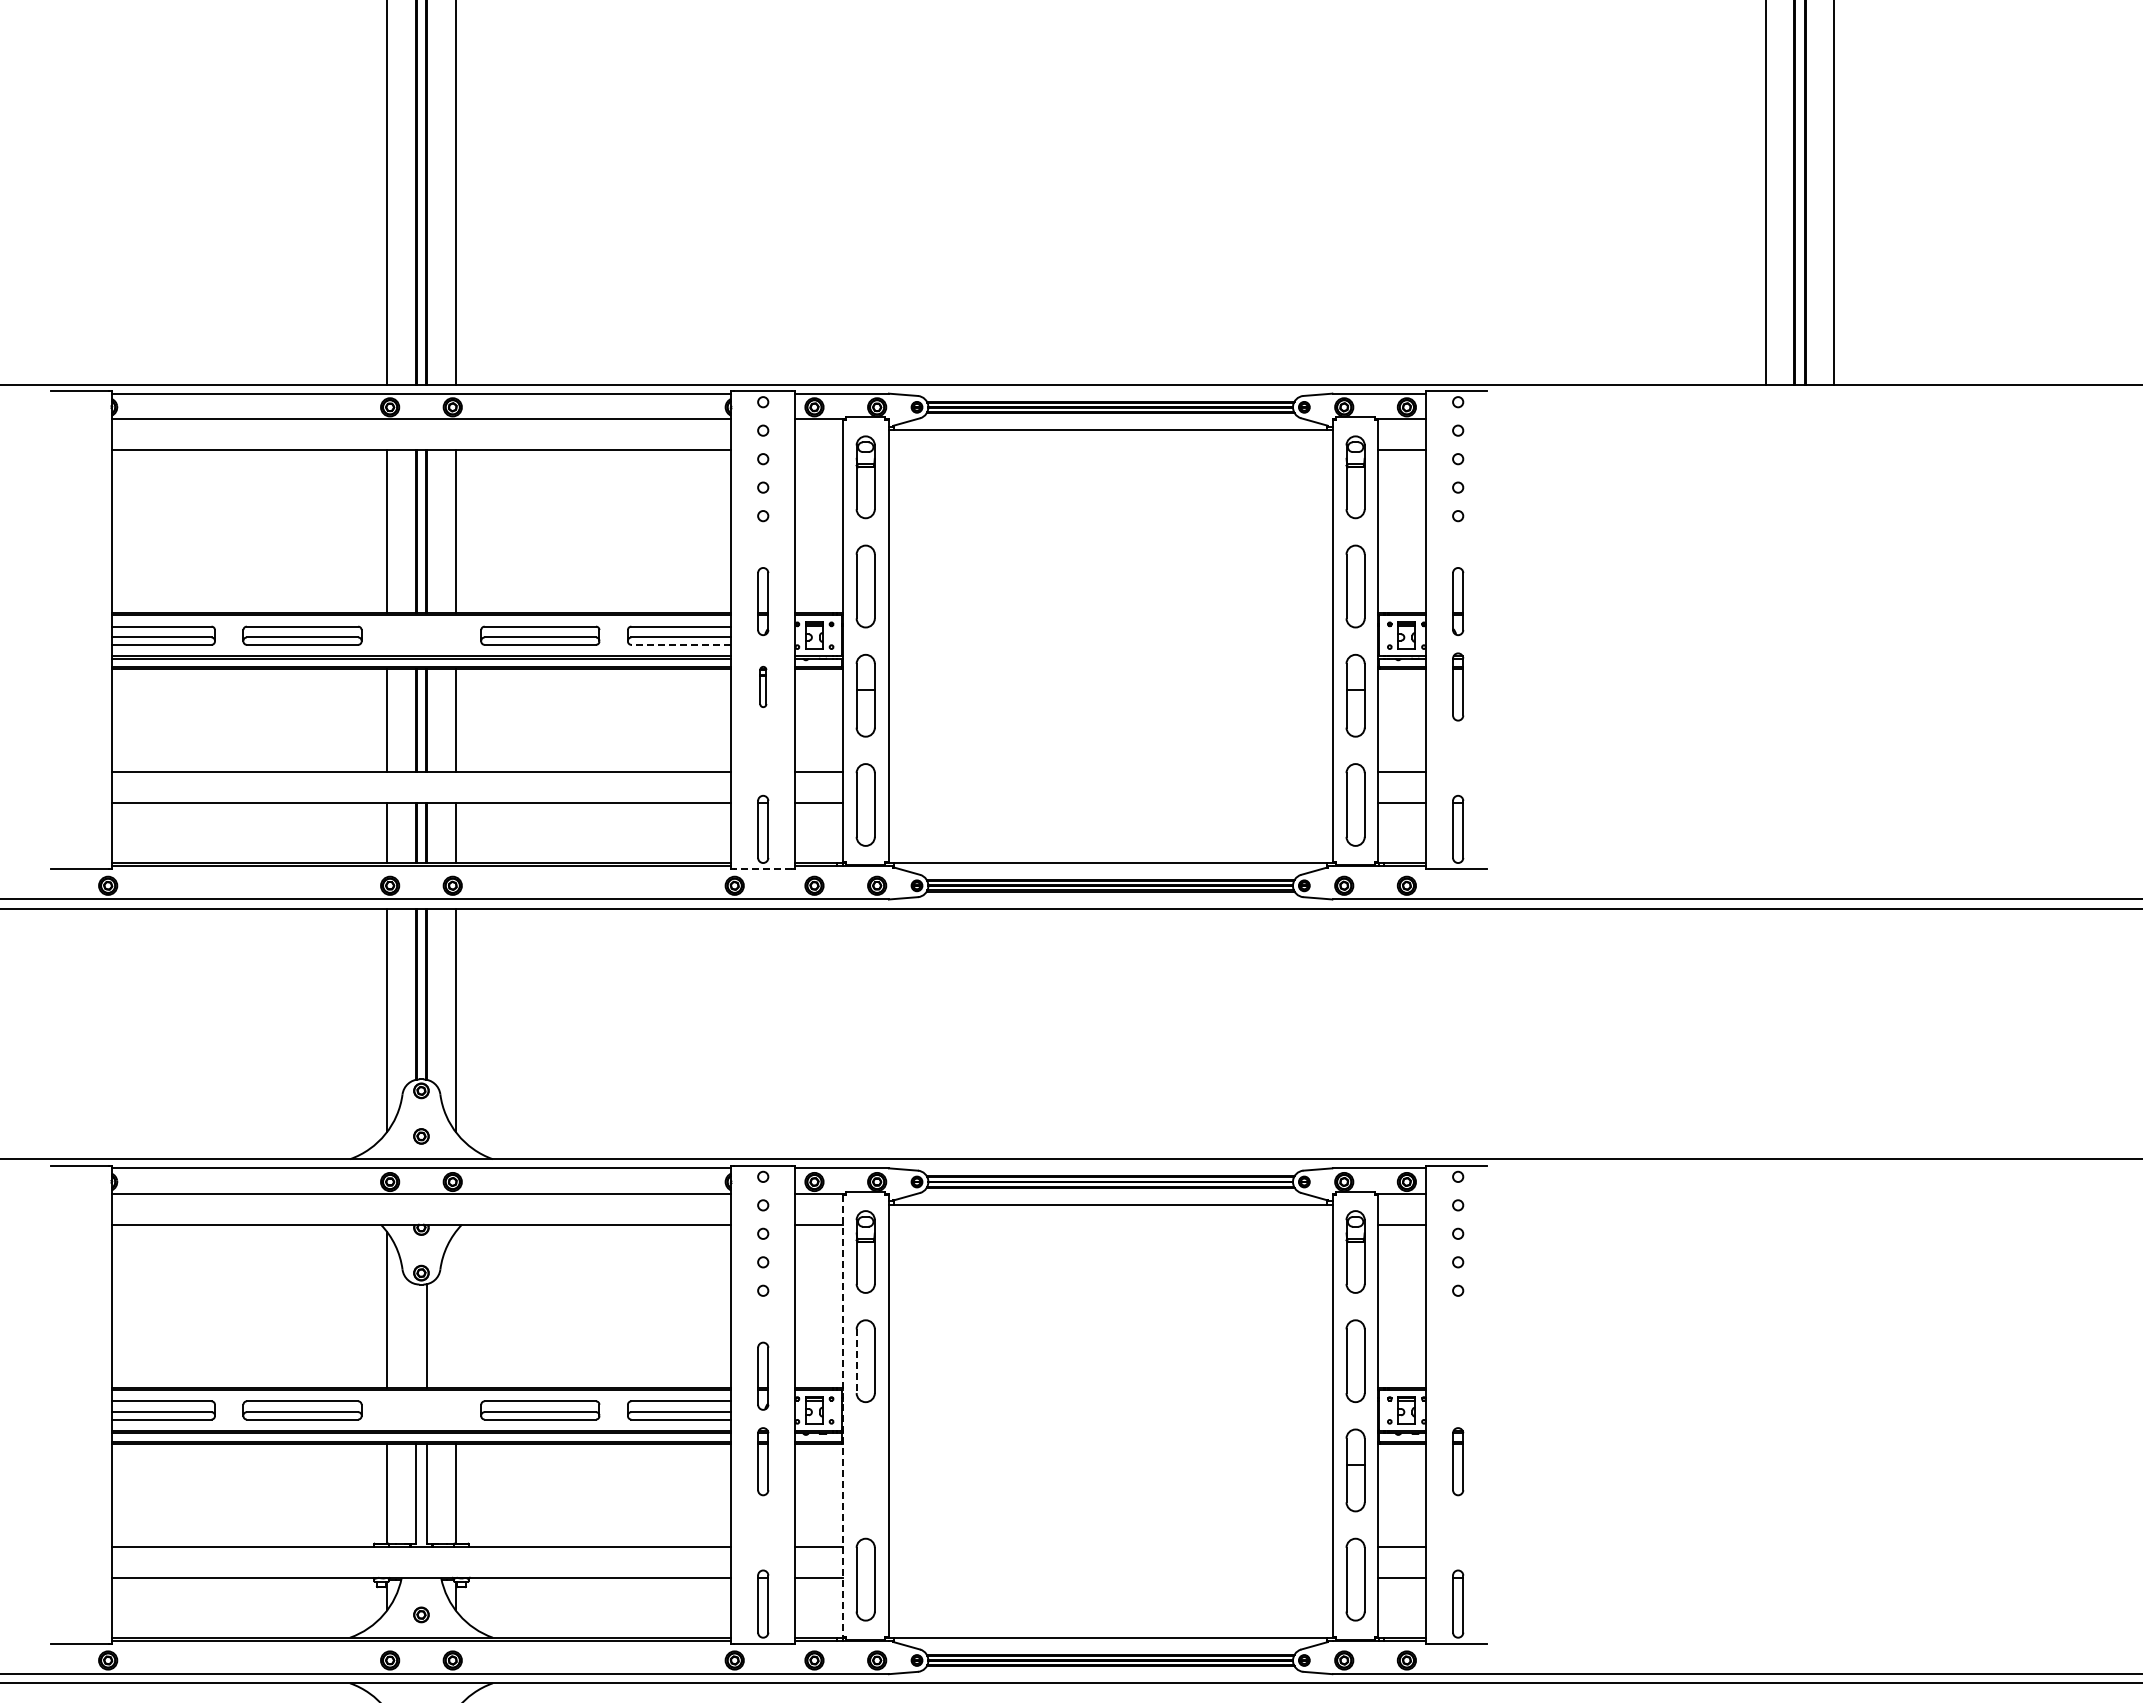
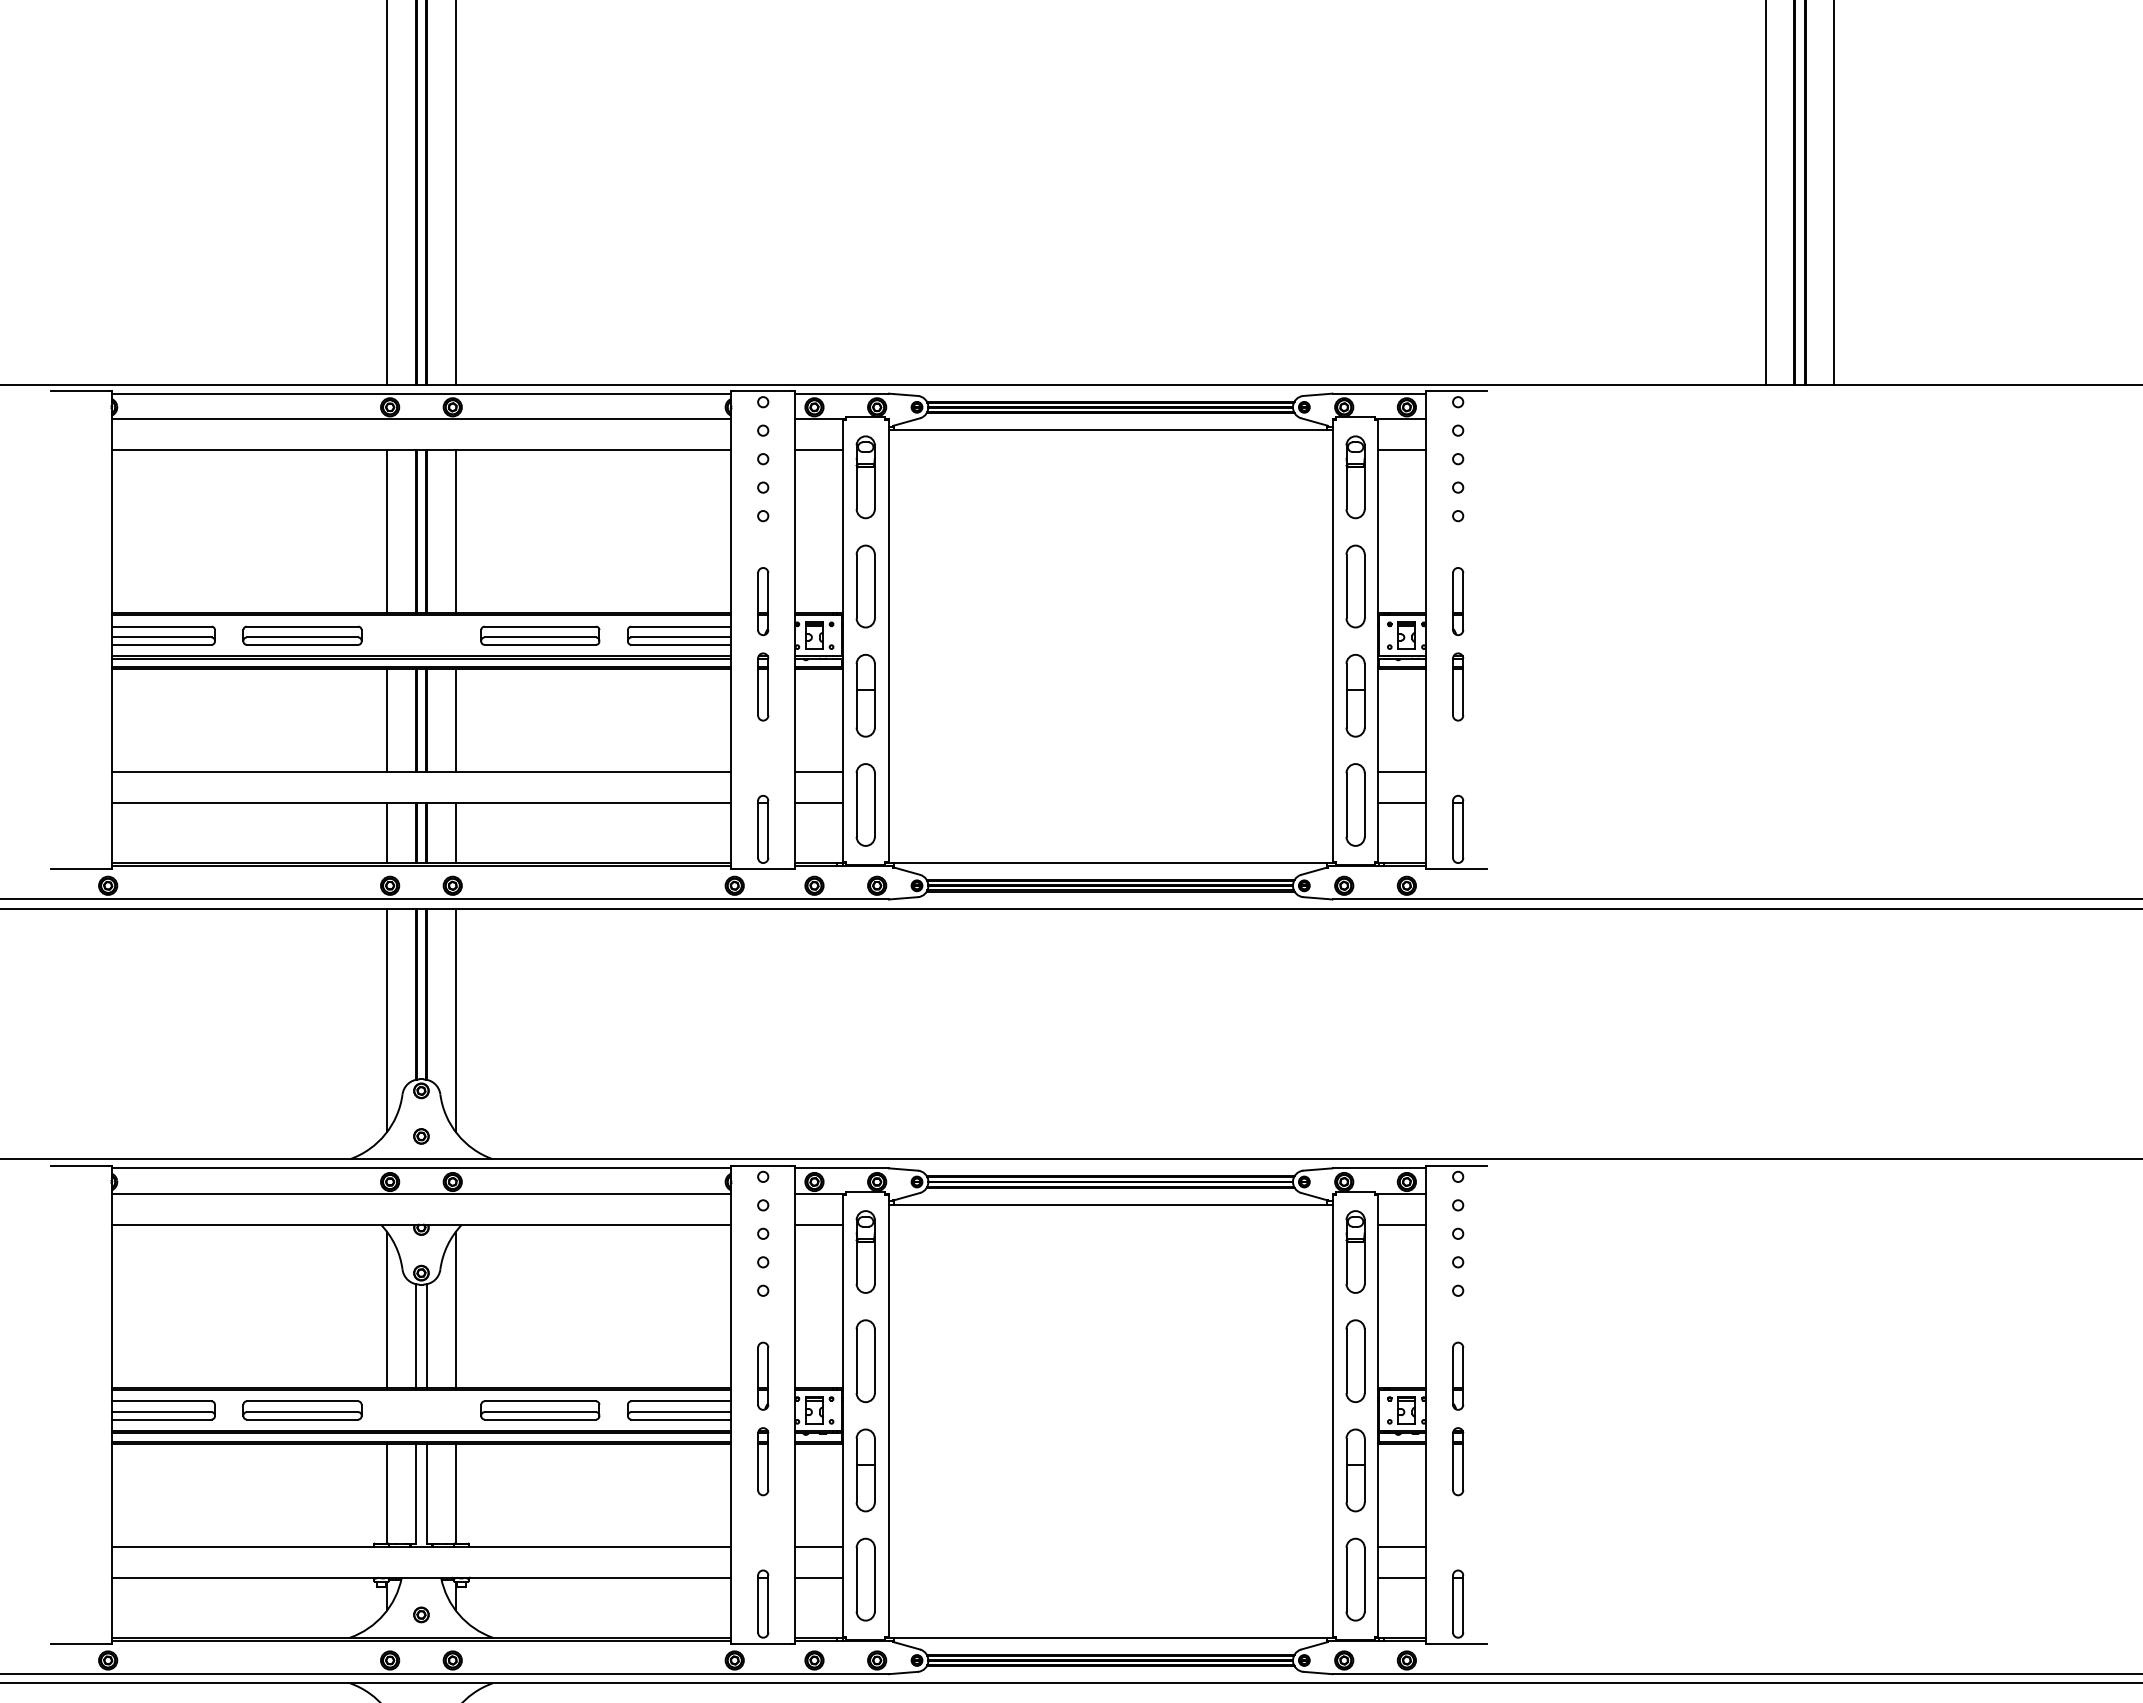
line at (818, 450): none -> present
line at (681, 644): dashed -> solid
part at (763, 686) size: 9x42 px -> 13x70 px
line at (762, 869): dashed -> solid
line at (455, 1309): none -> present
line at (415, 1335): none -> present
line at (856, 1361): dashed -> solid
part at (1458, 1375): none -> present
line at (842, 1415): dashed -> solid
part at (865, 1470): none -> present
